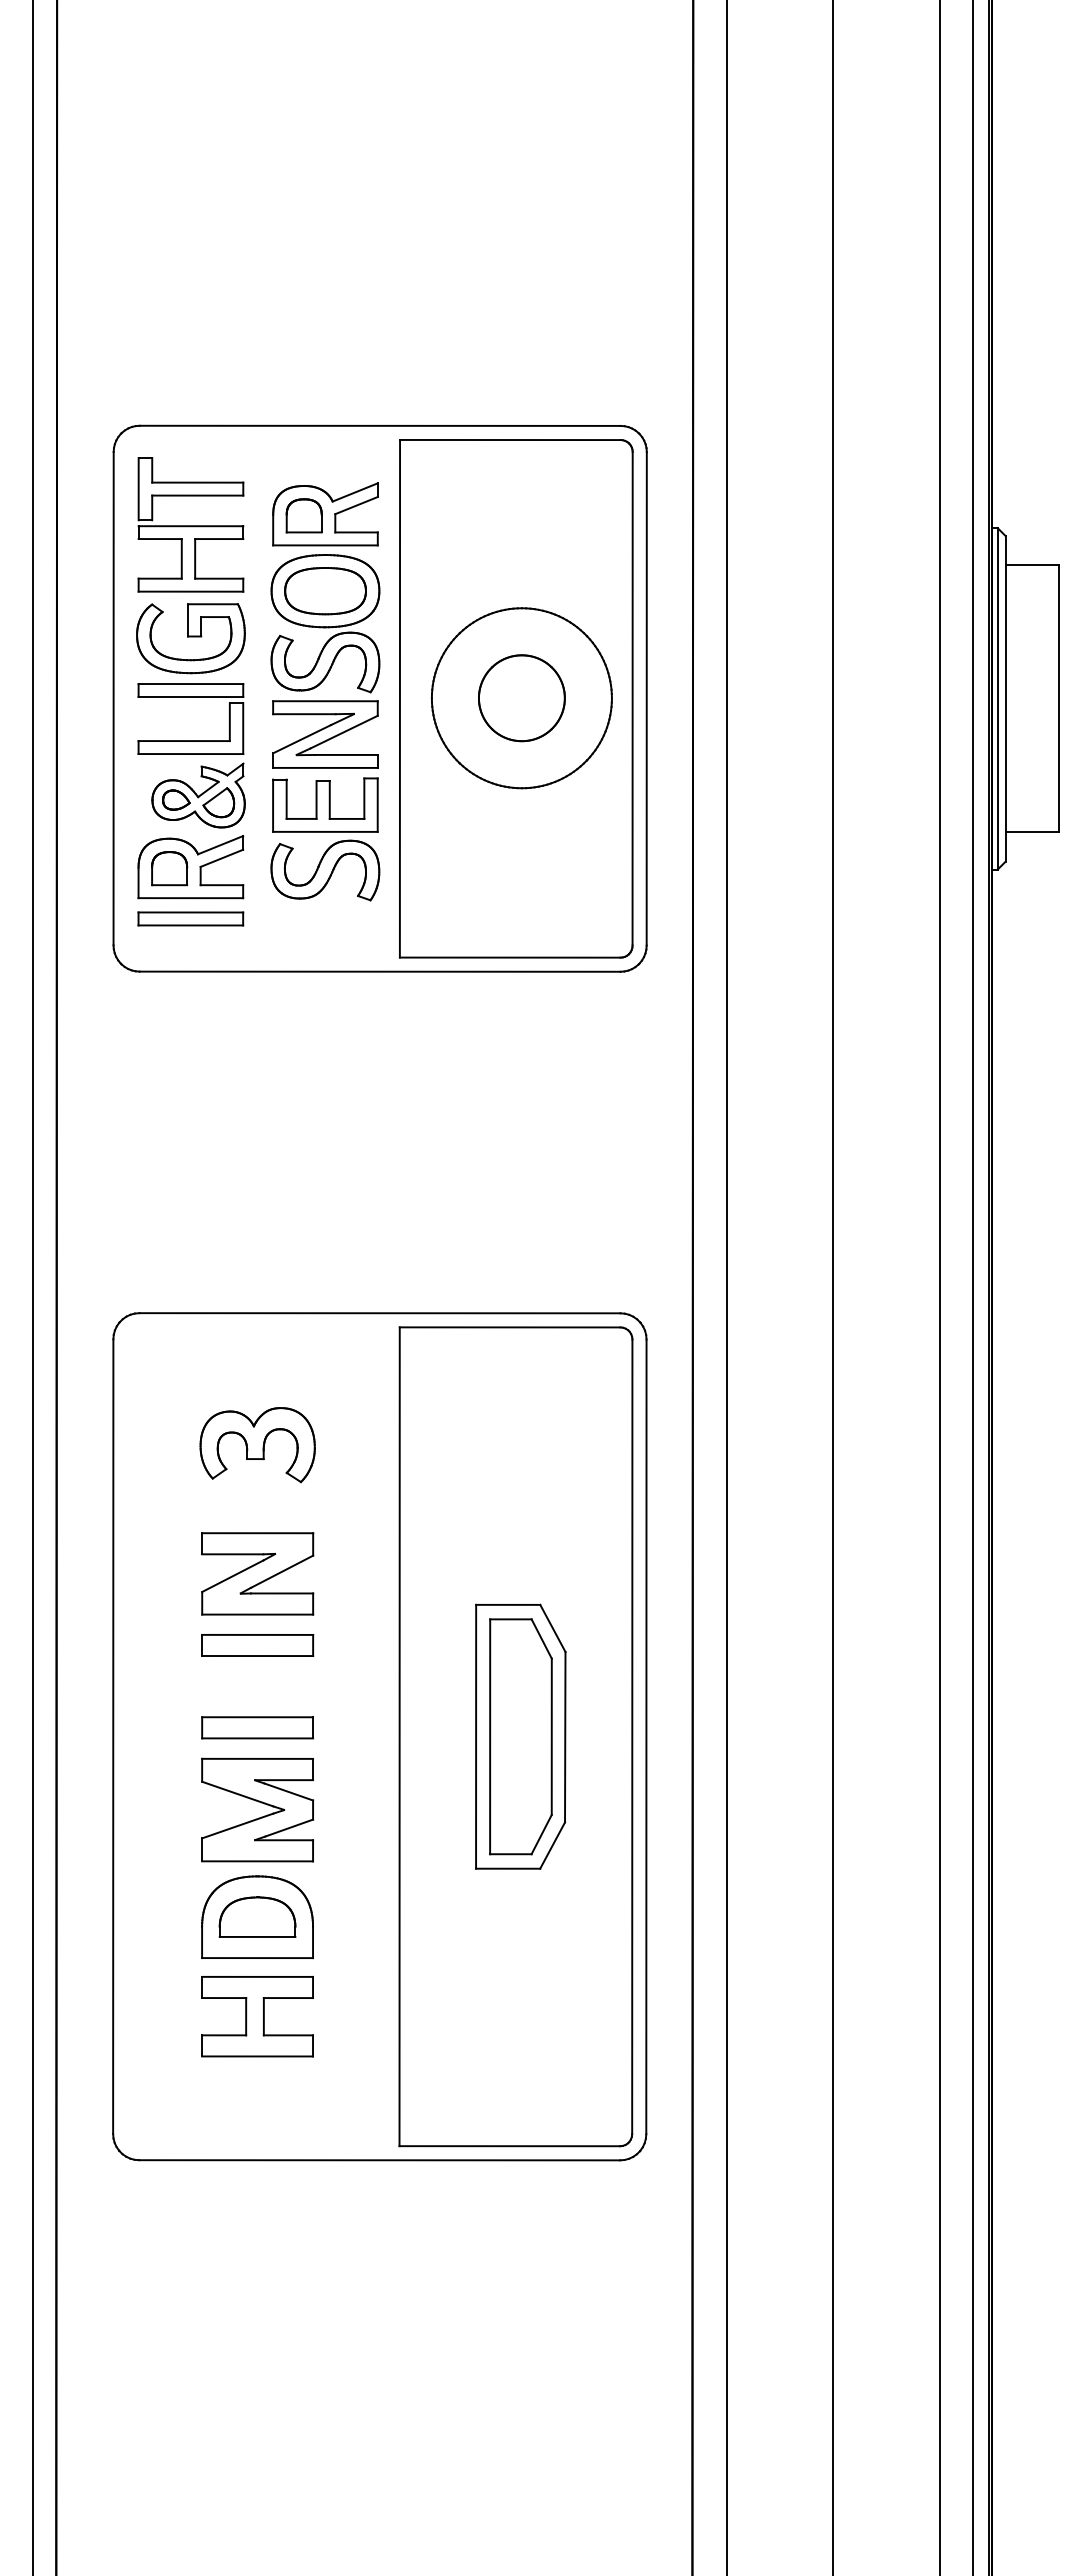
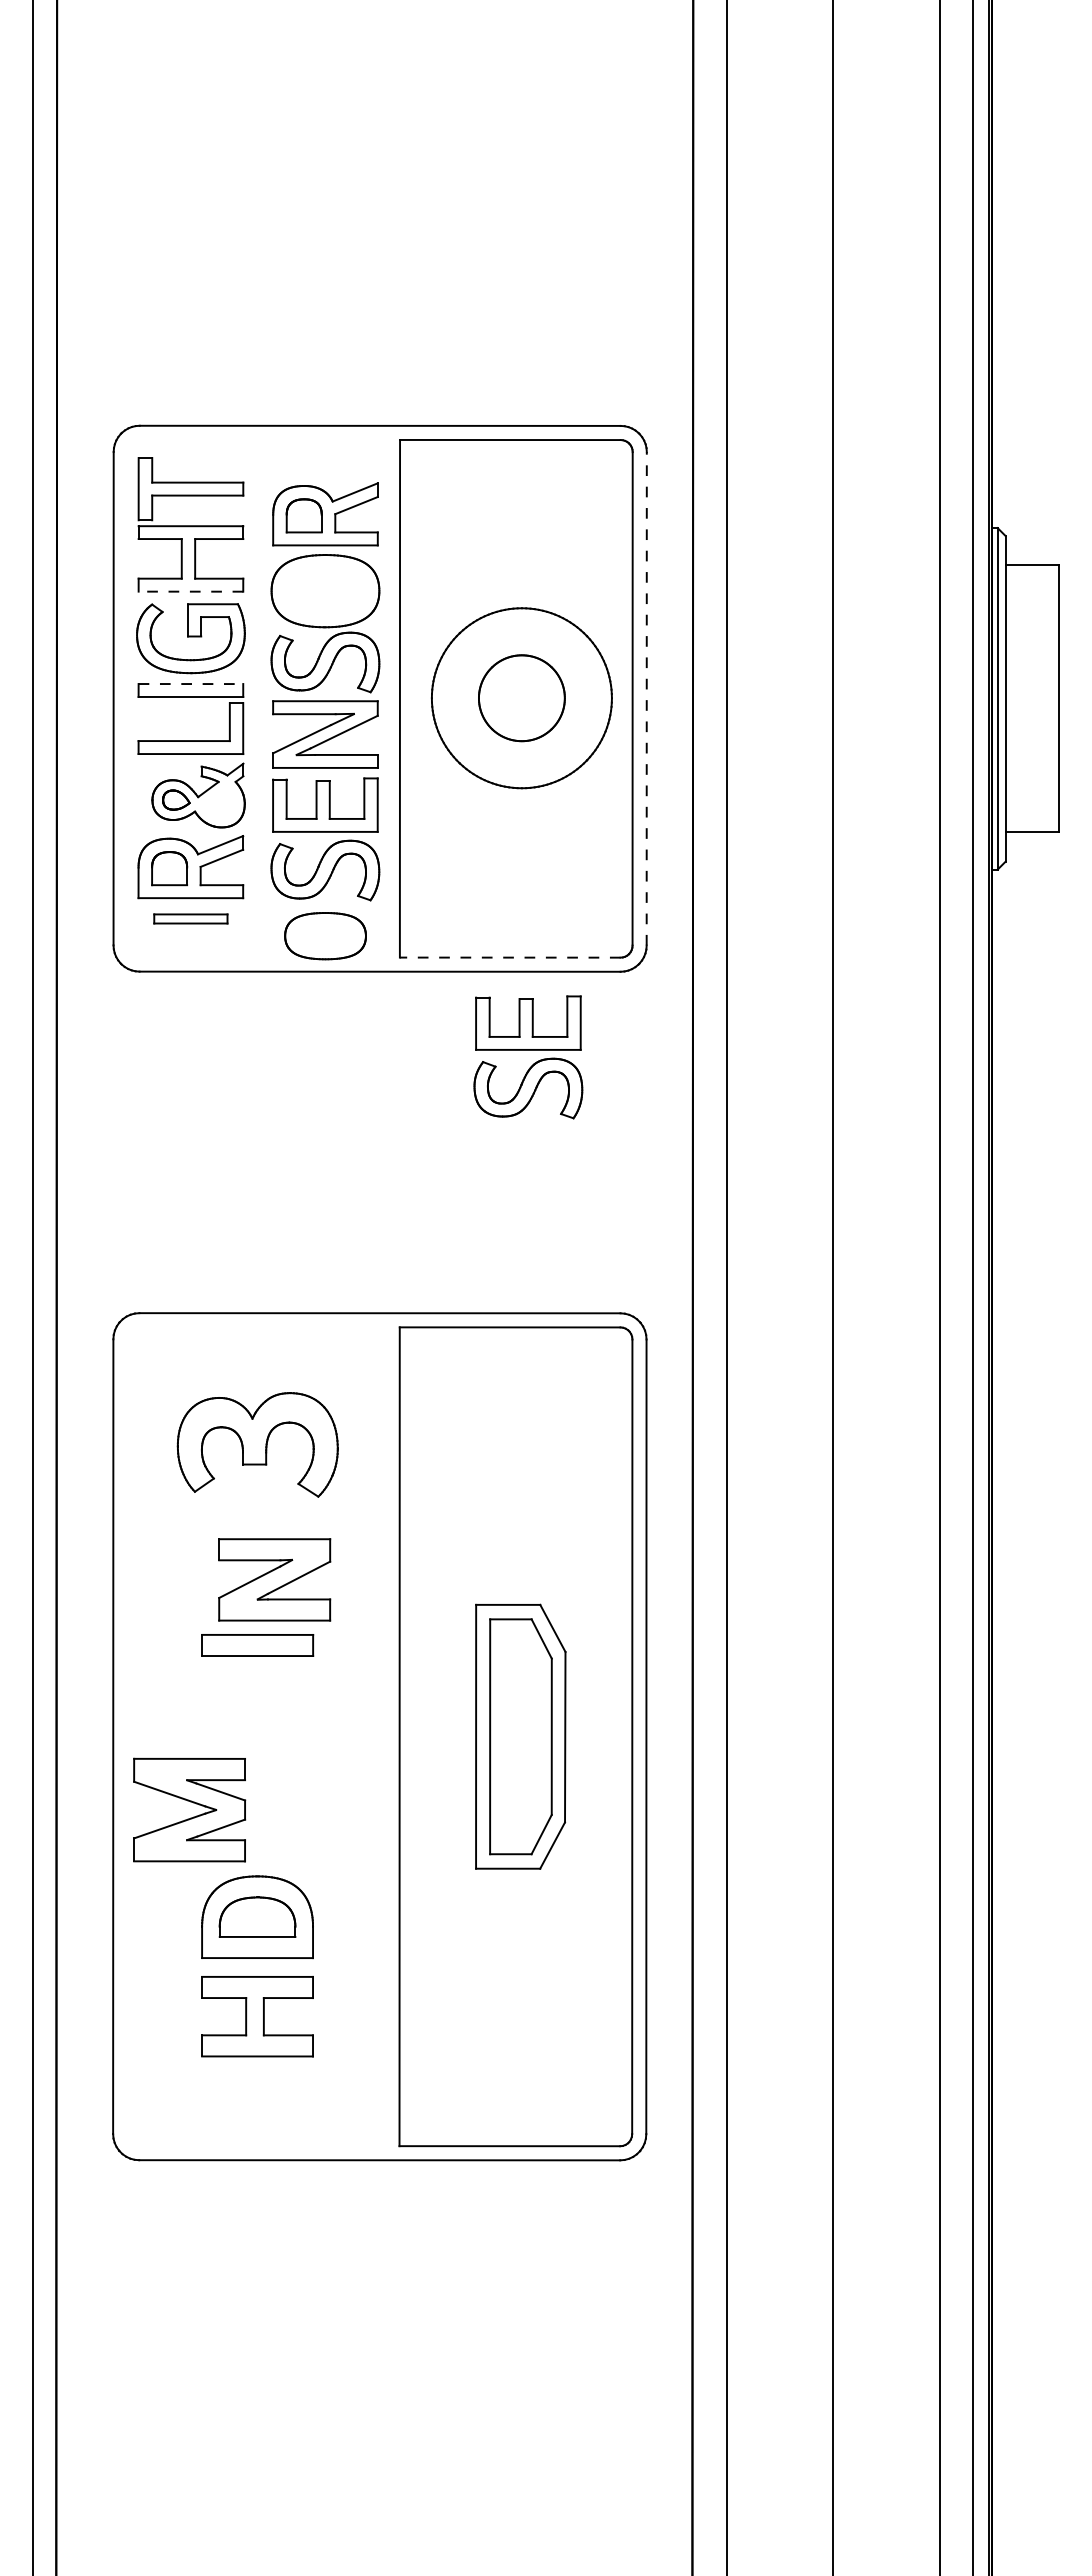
line at (190, 591): solid -> dashed
part at (325, 591) position: (325, 591) -> (325, 936)
line at (191, 684): solid -> dashed
line at (646, 698): solid -> dashed
part at (218, 802): present -> none
part at (190, 918) size: 108x16 px -> 76x12 px
line at (509, 957): solid -> dashed
part at (528, 1050): none -> present
part at (257, 1445) size: 117x77 px -> 163x106 px
part at (257, 1573) position: (257, 1573) -> (274, 1579)
part at (257, 1727): present -> none
part at (258, 1802) position: (258, 1802) -> (190, 1802)
